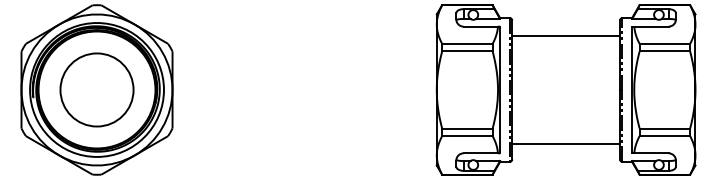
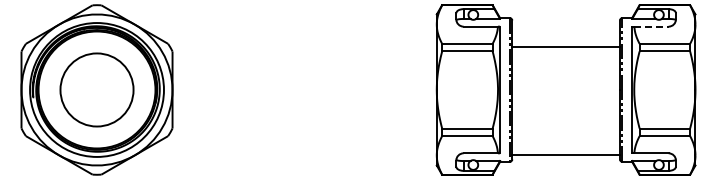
line at (652, 26): solid -> dashed
line at (565, 36) position: (565, 36) -> (565, 47)
line at (565, 143) position: (565, 143) -> (565, 154)
